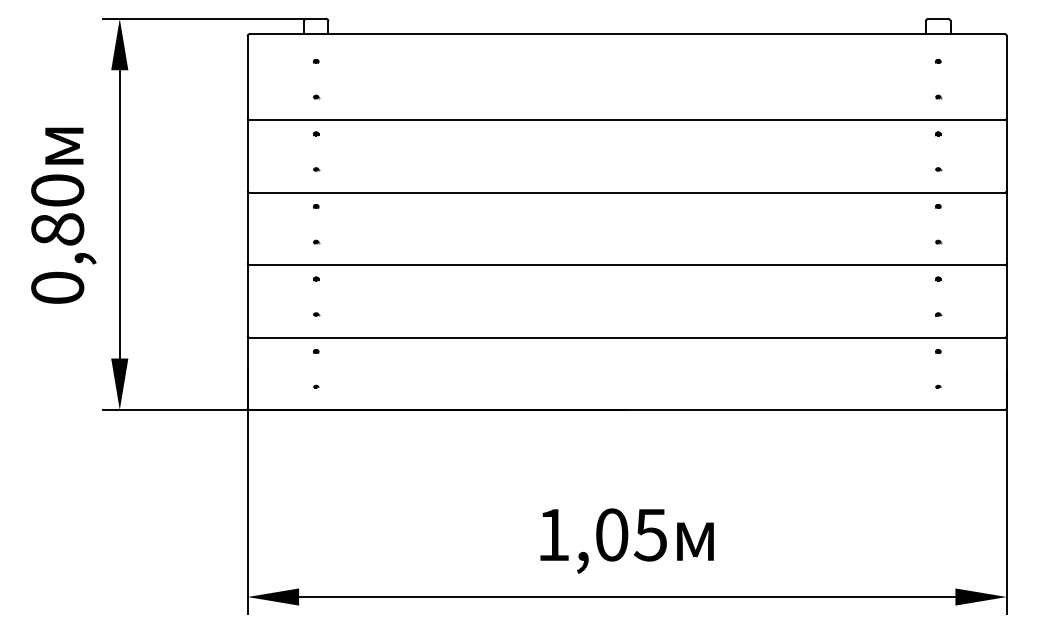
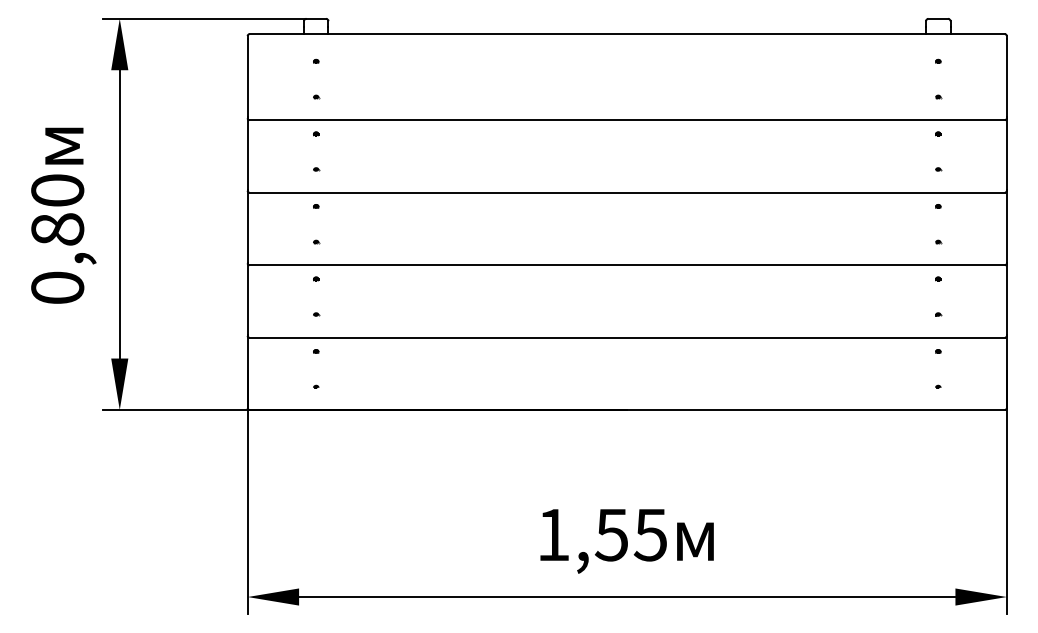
text at (611, 534): 1,05 -> 1,55
